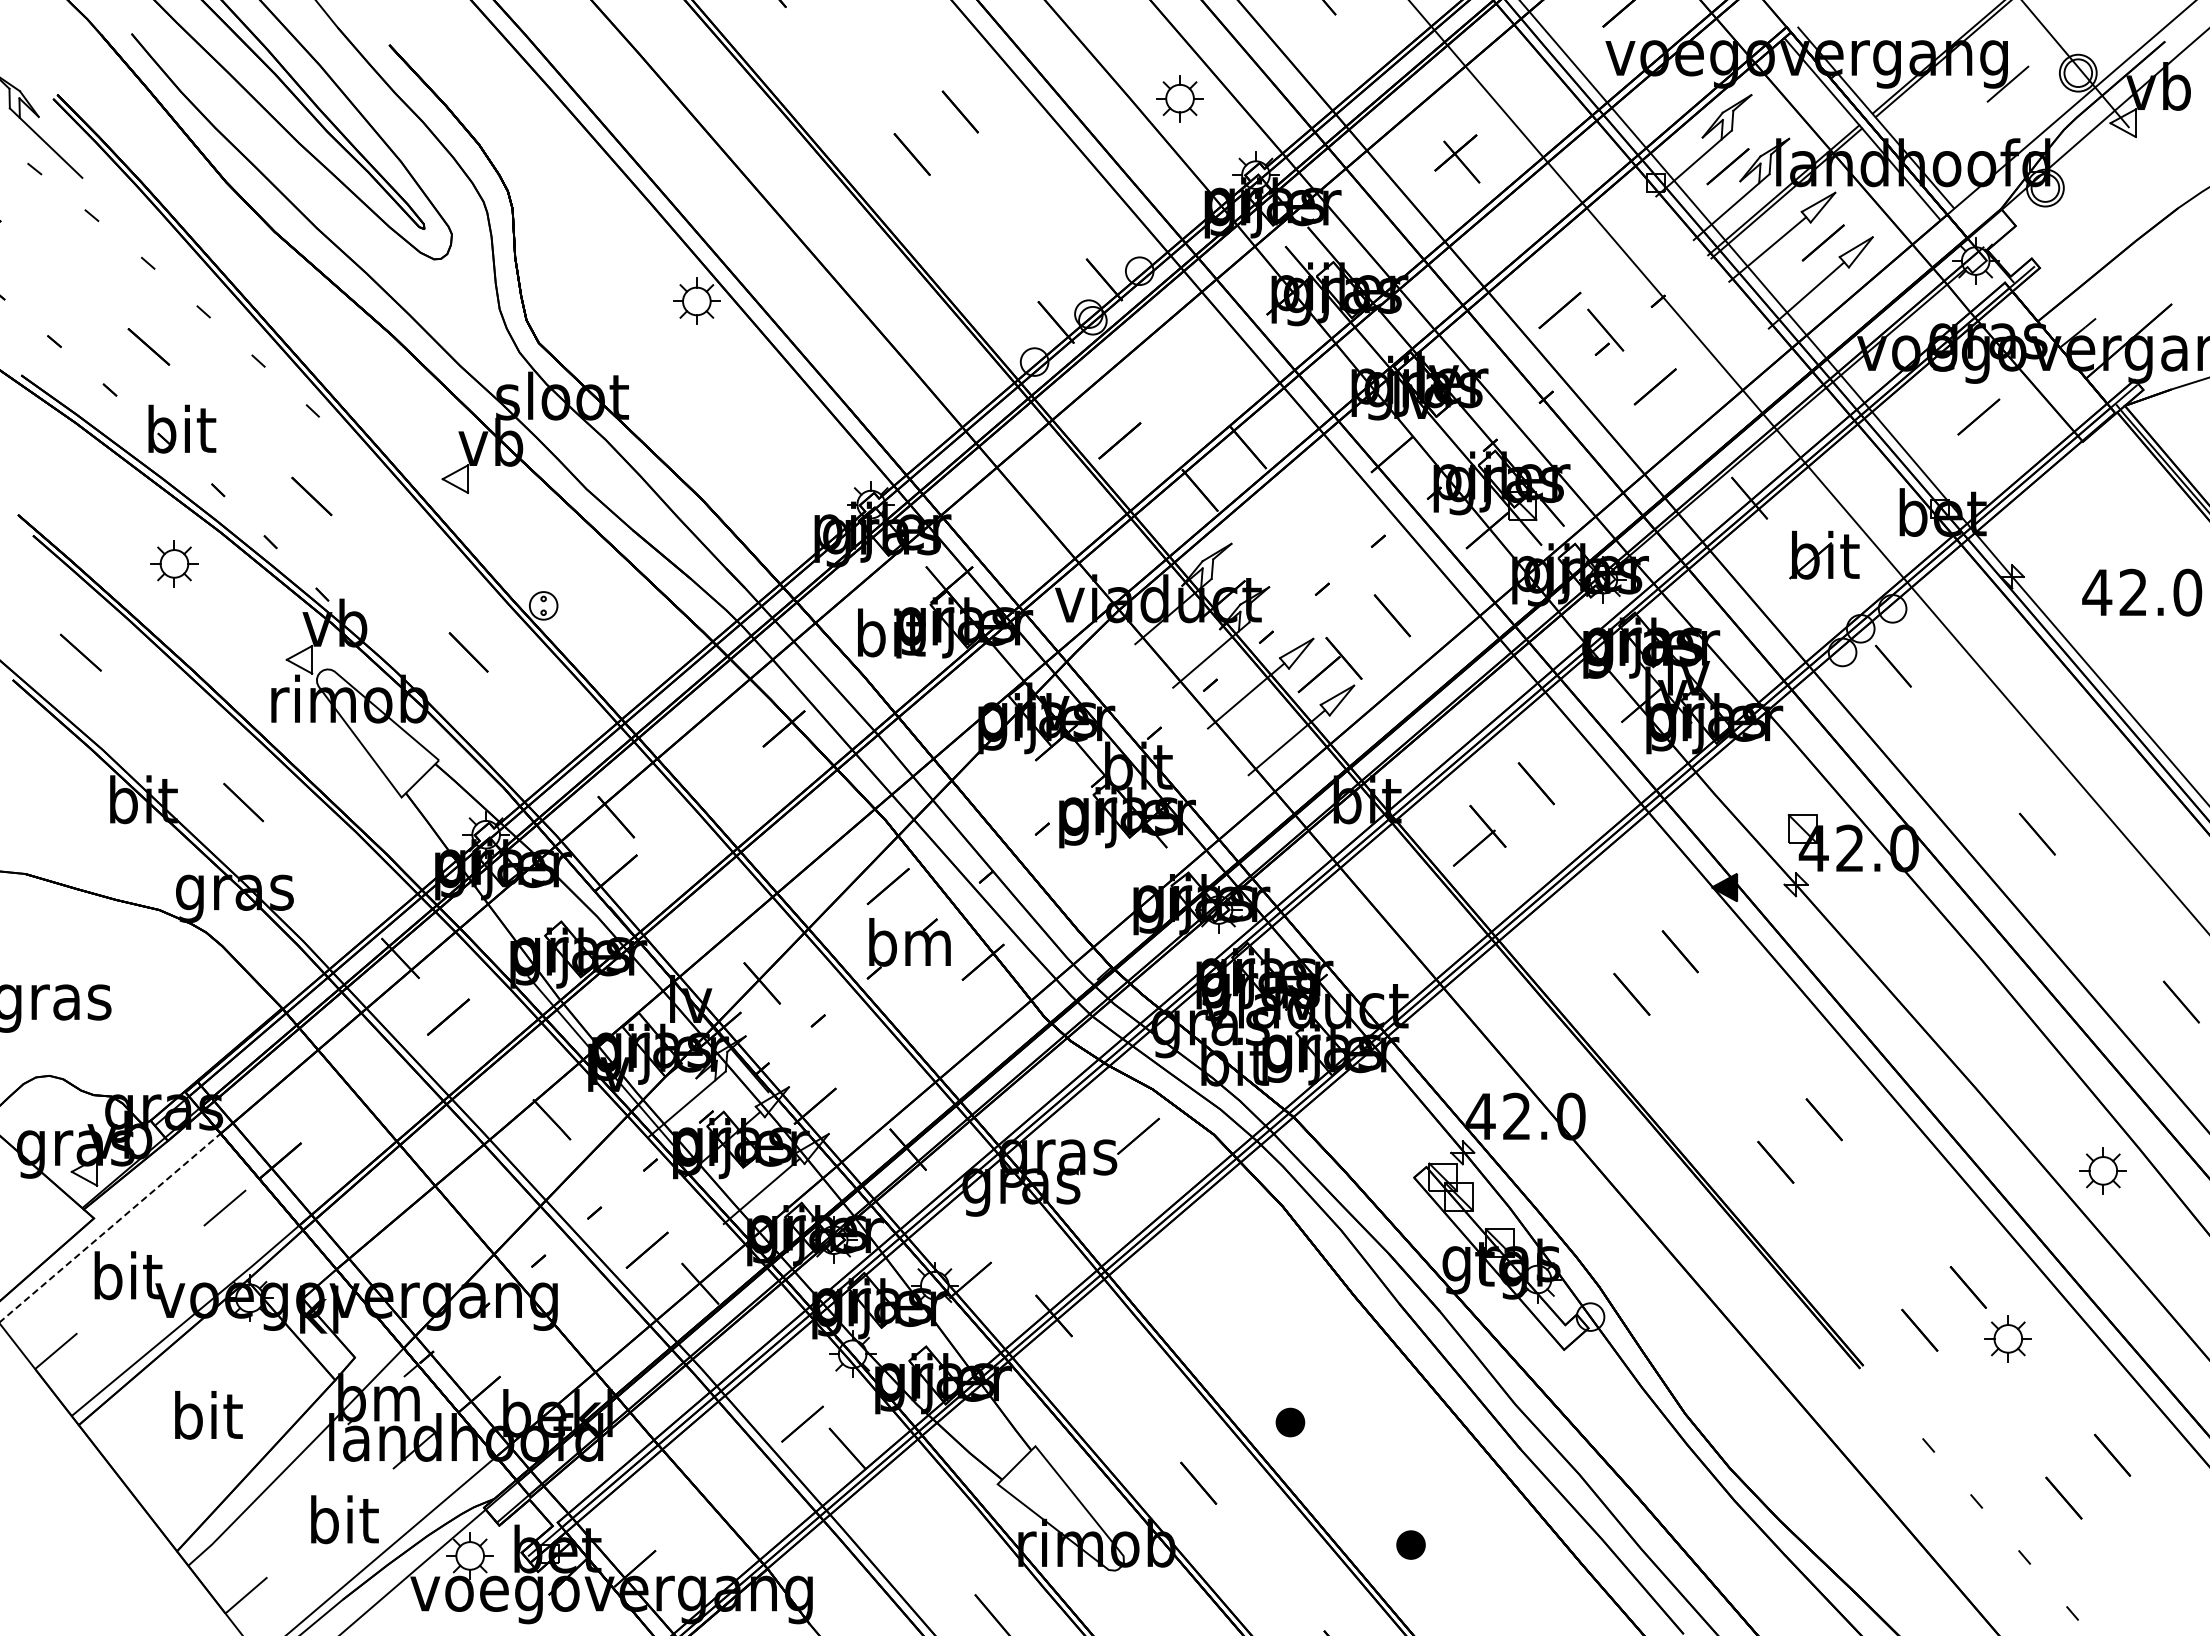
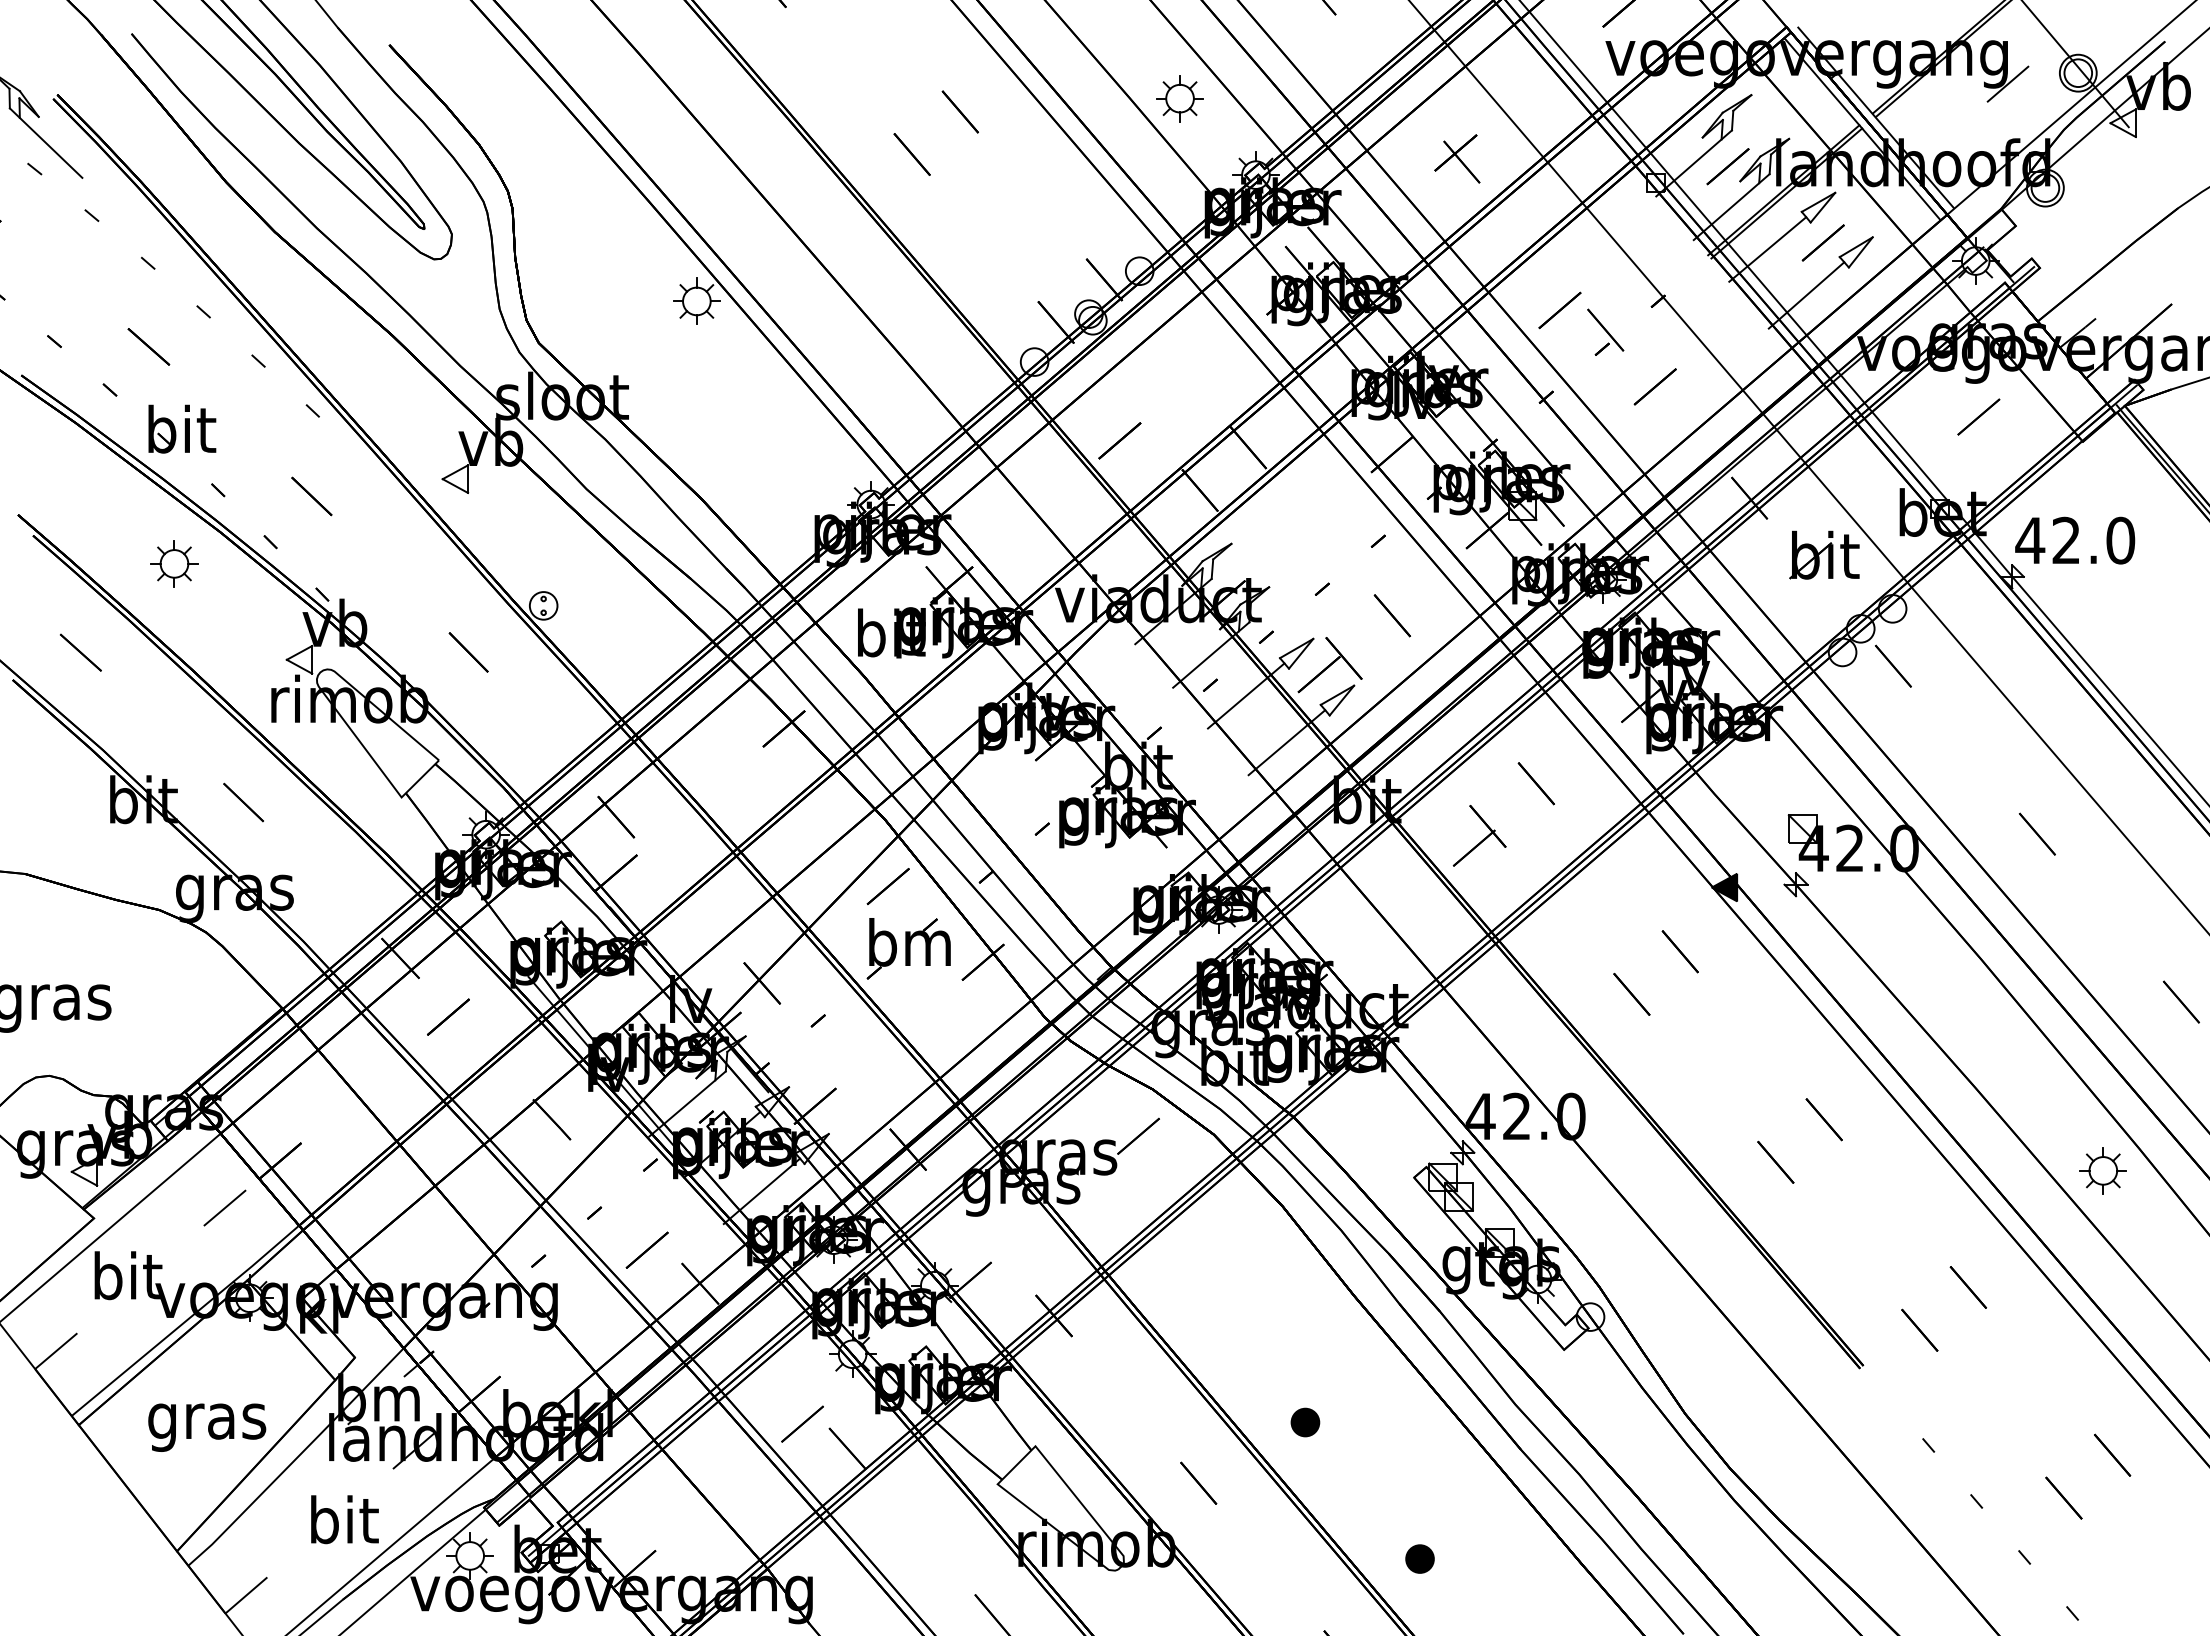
text at (2142, 592) position: (2142, 592) -> (2075, 540)
line at (110, 1227): dashed -> solid
part at (2007, 1338): present -> none
text at (207, 1421): bit -> gras
part at (1290, 1422) position: (1290, 1422) -> (1305, 1422)
part at (1410, 1544) position: (1410, 1544) -> (1419, 1558)
